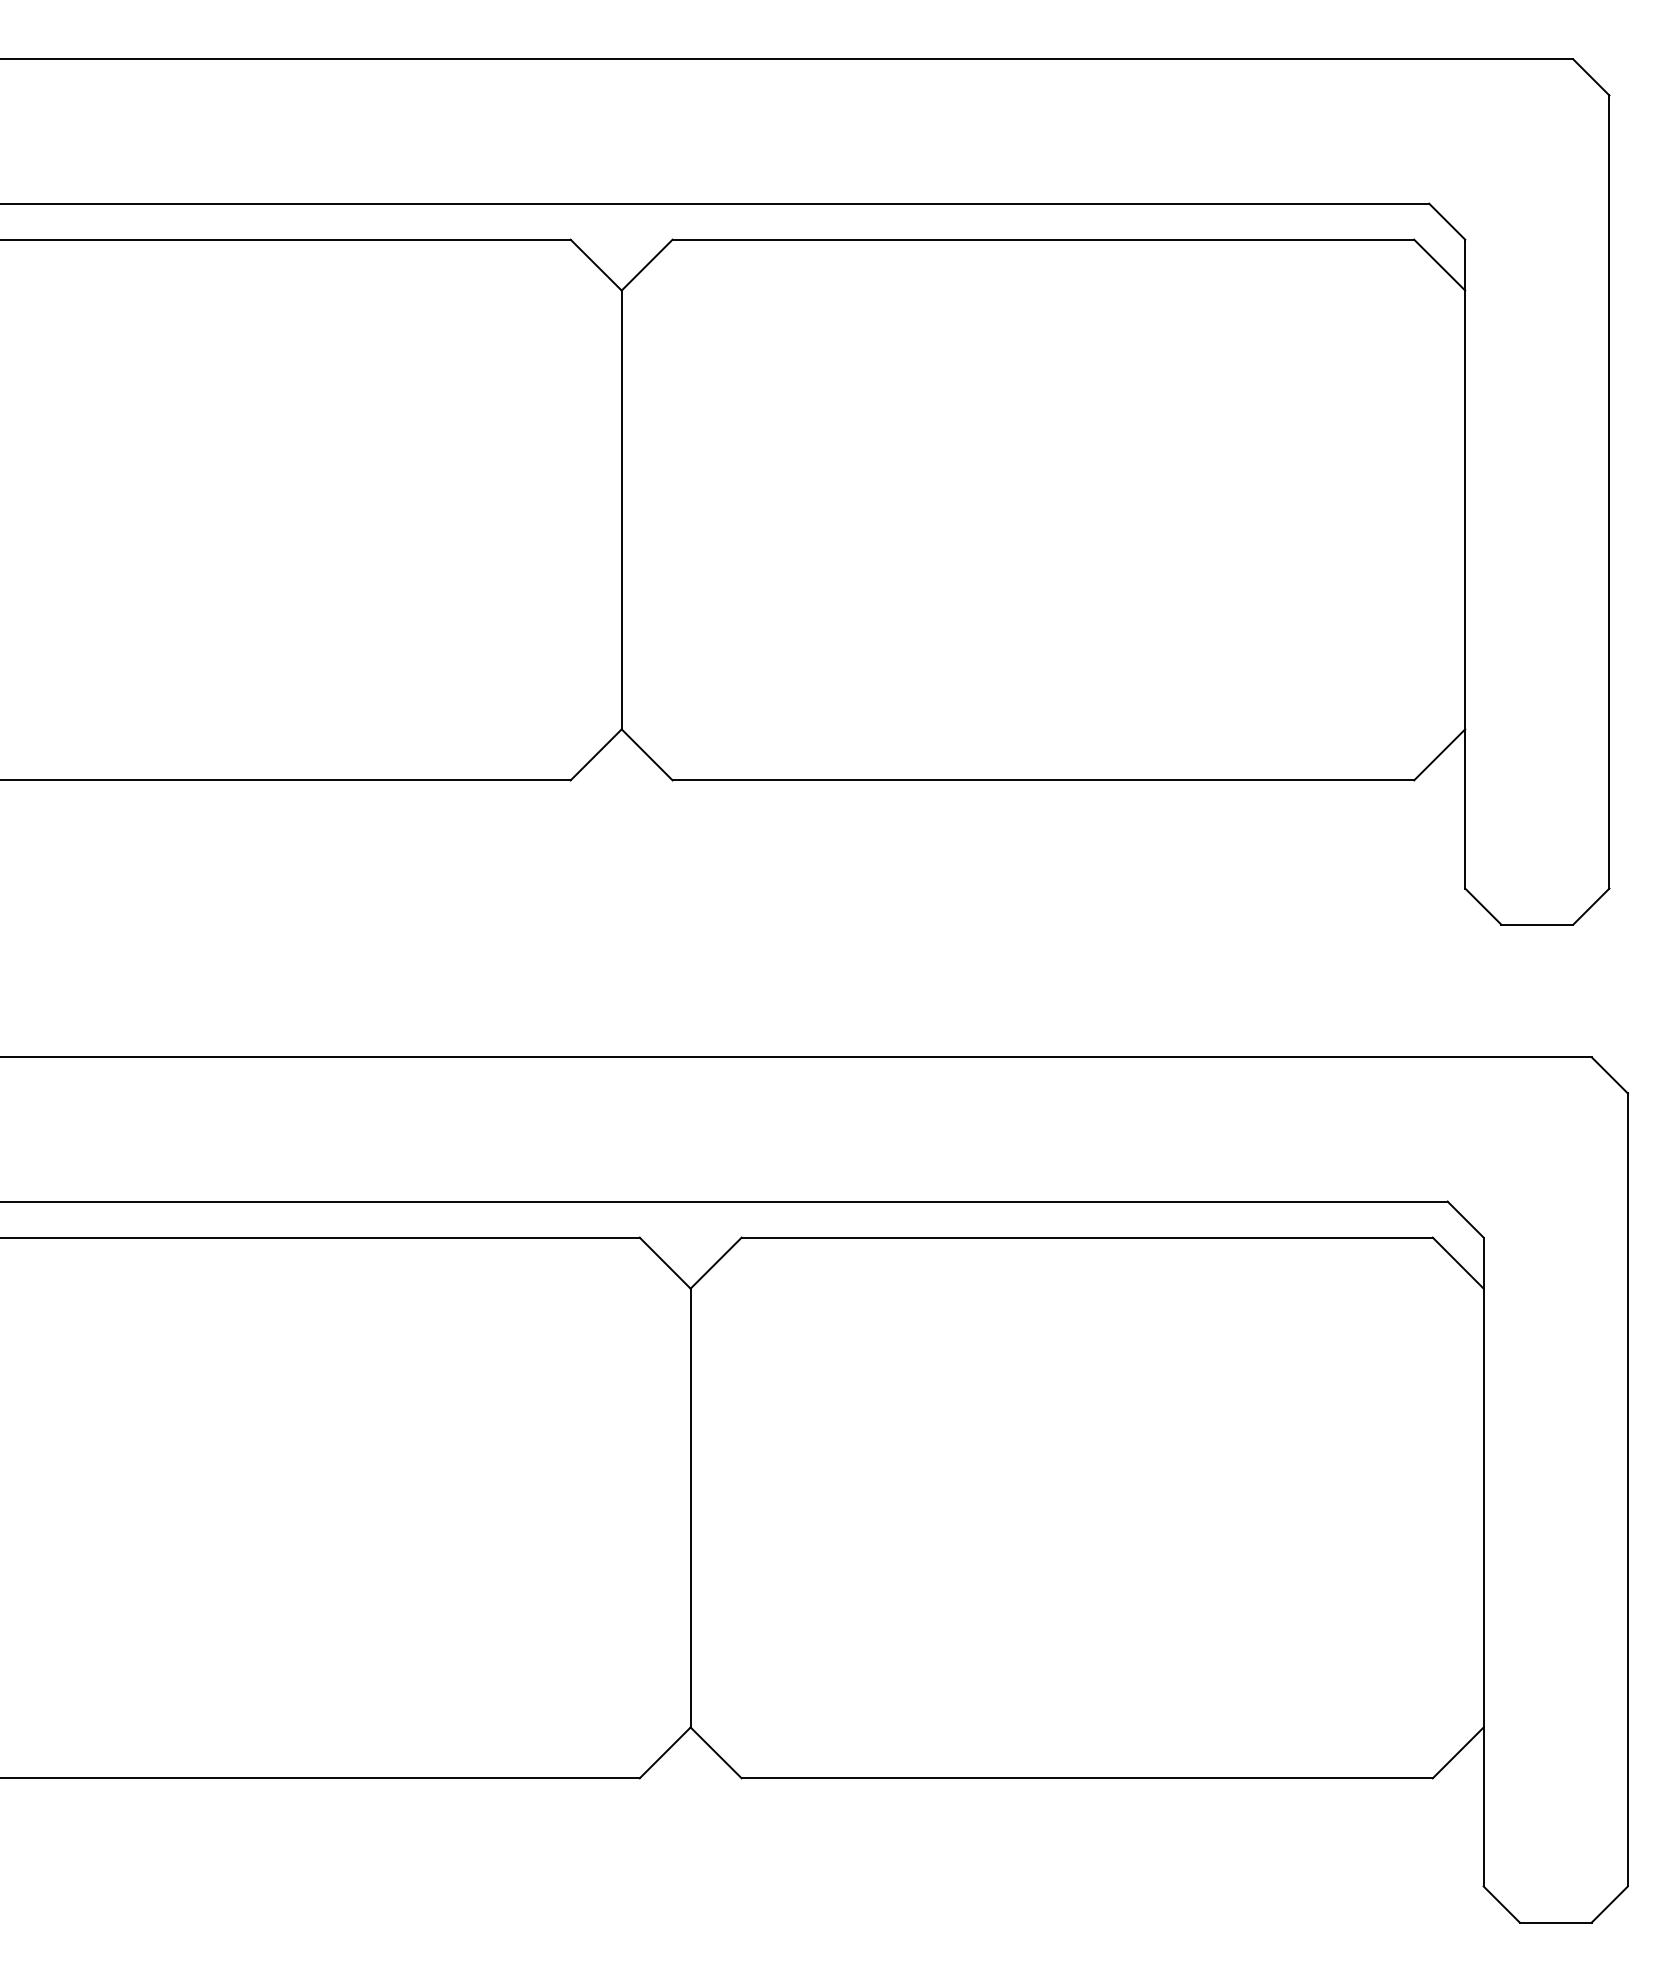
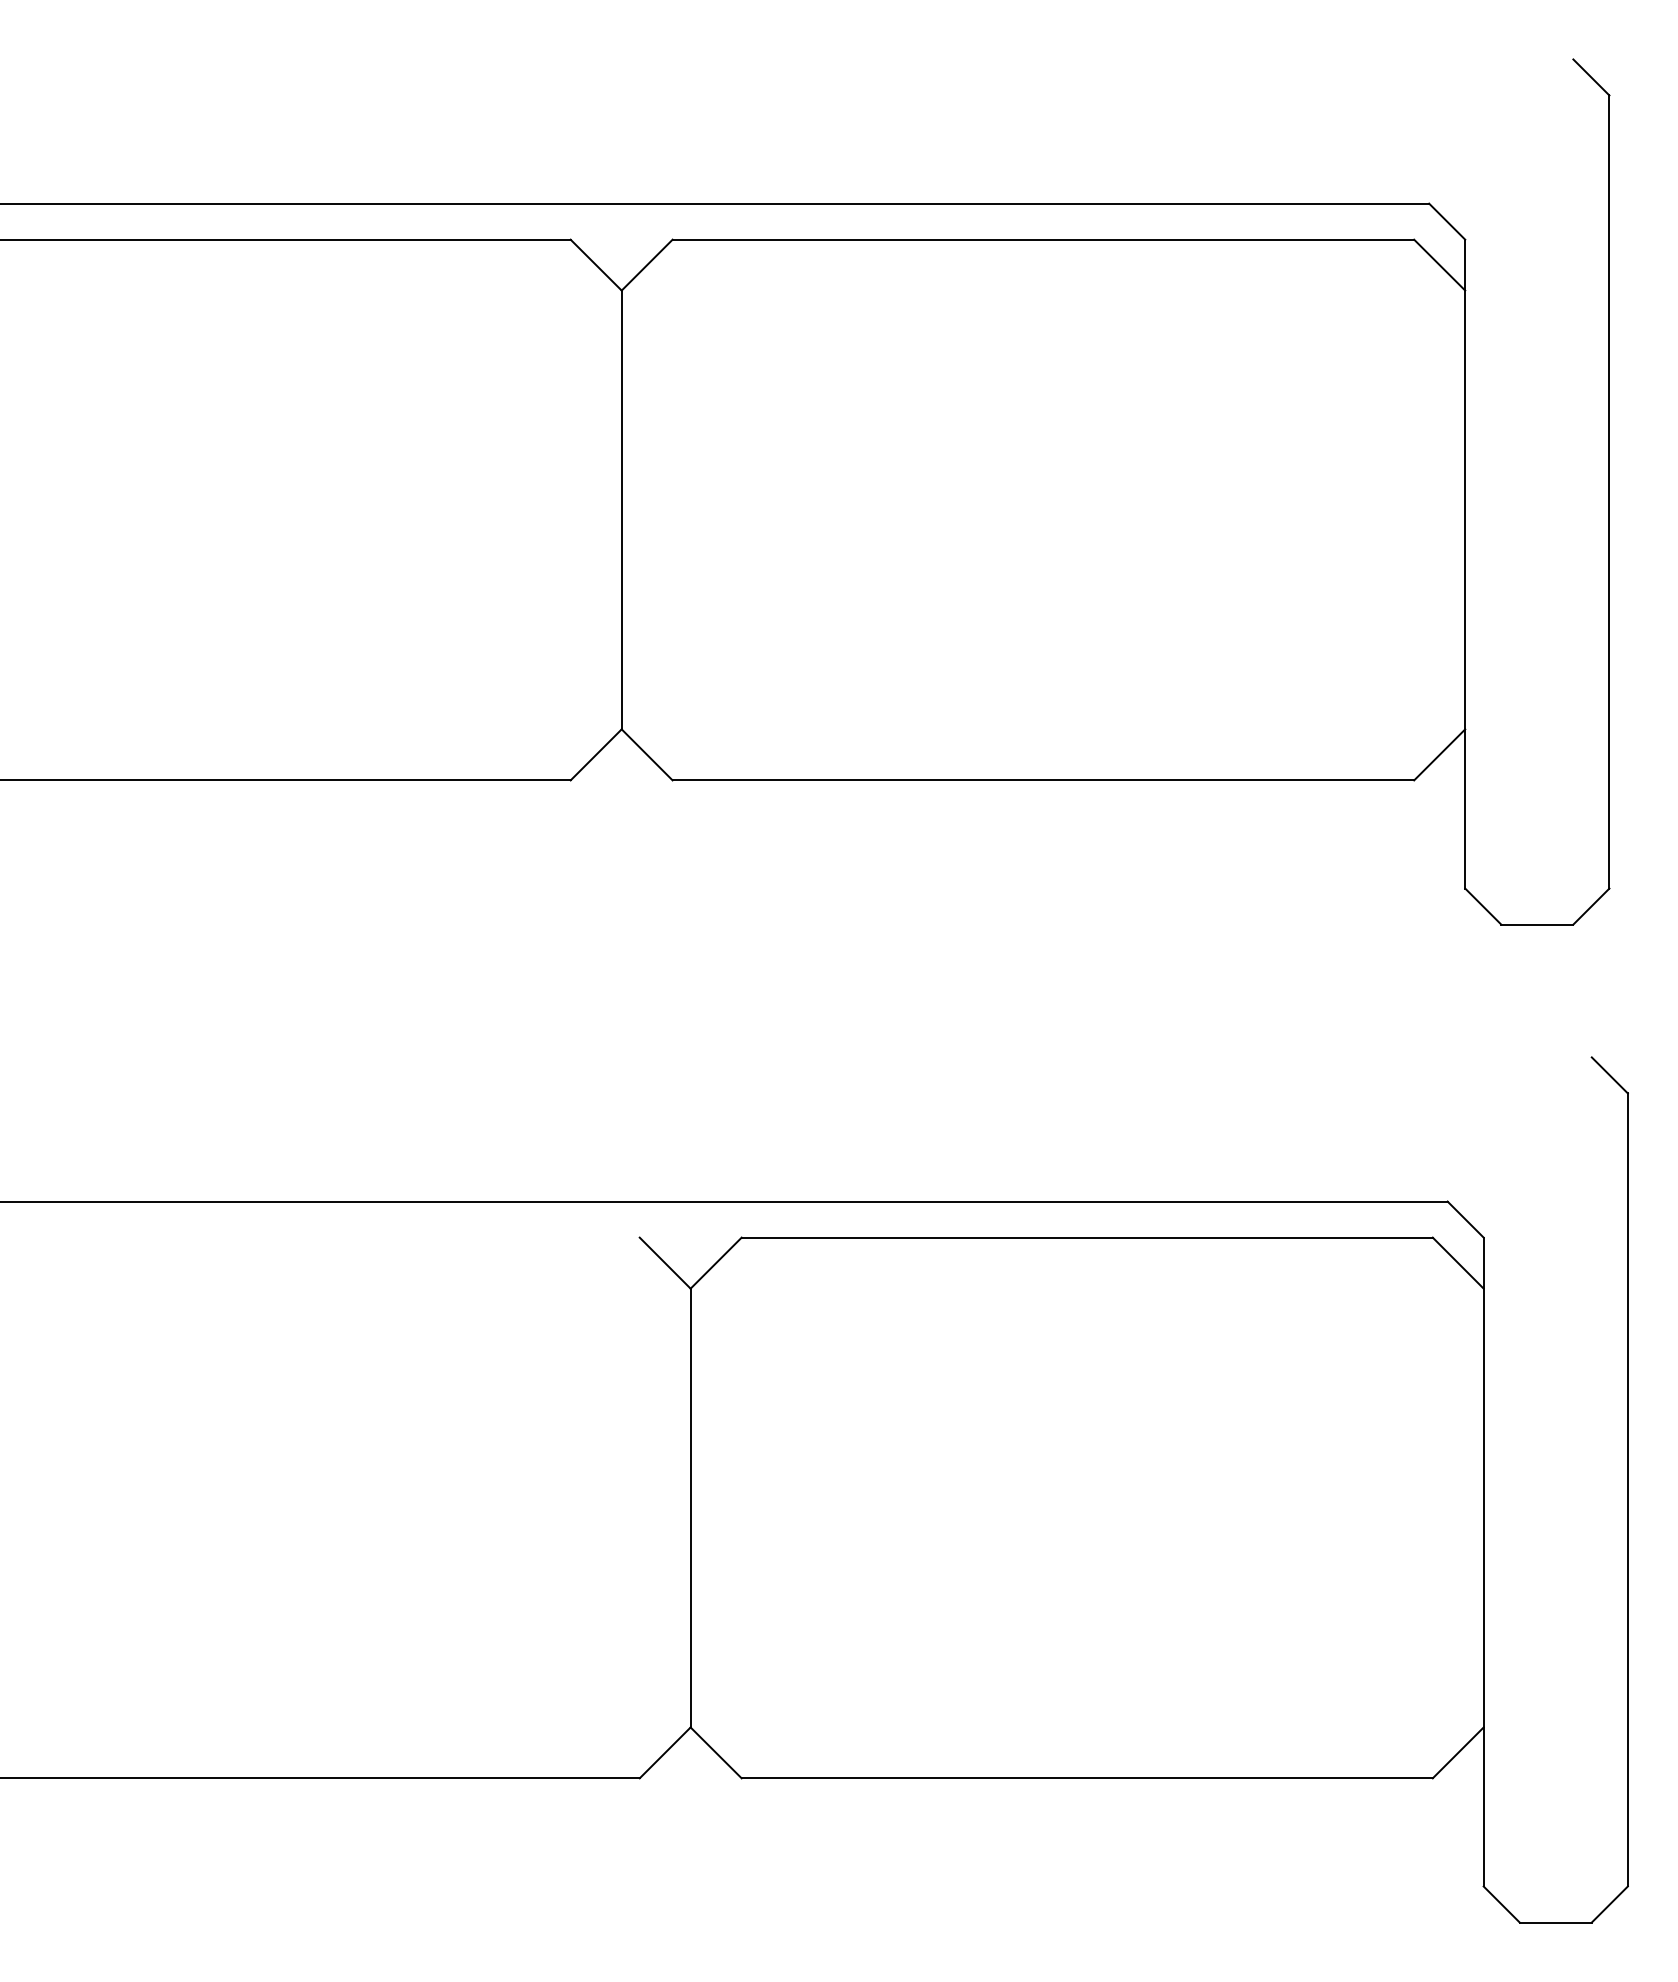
line at (787, 59): present -> none
line at (796, 1057): present -> none
line at (320, 1237): present -> none
